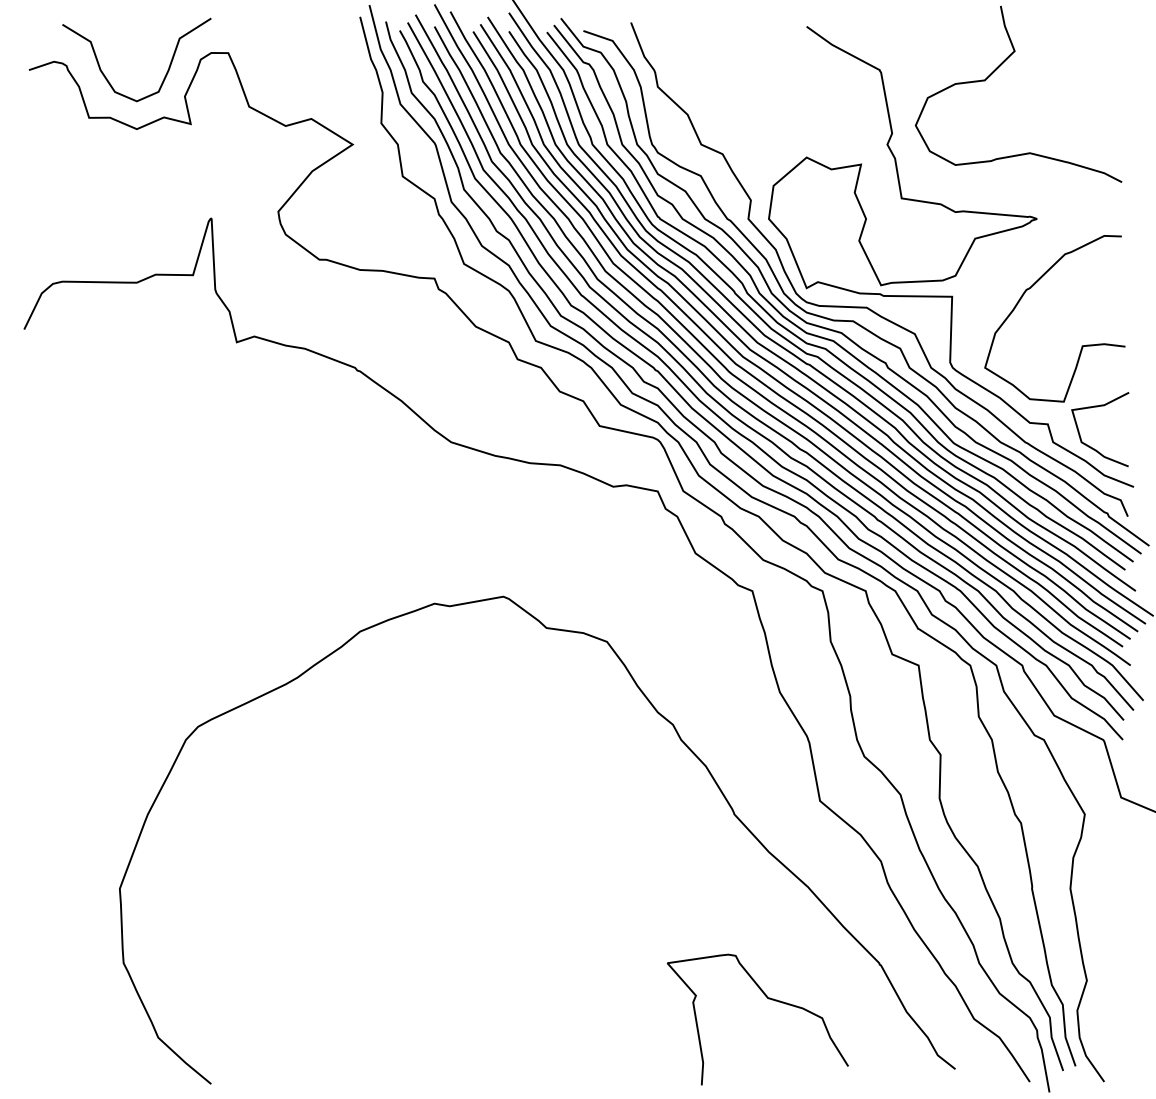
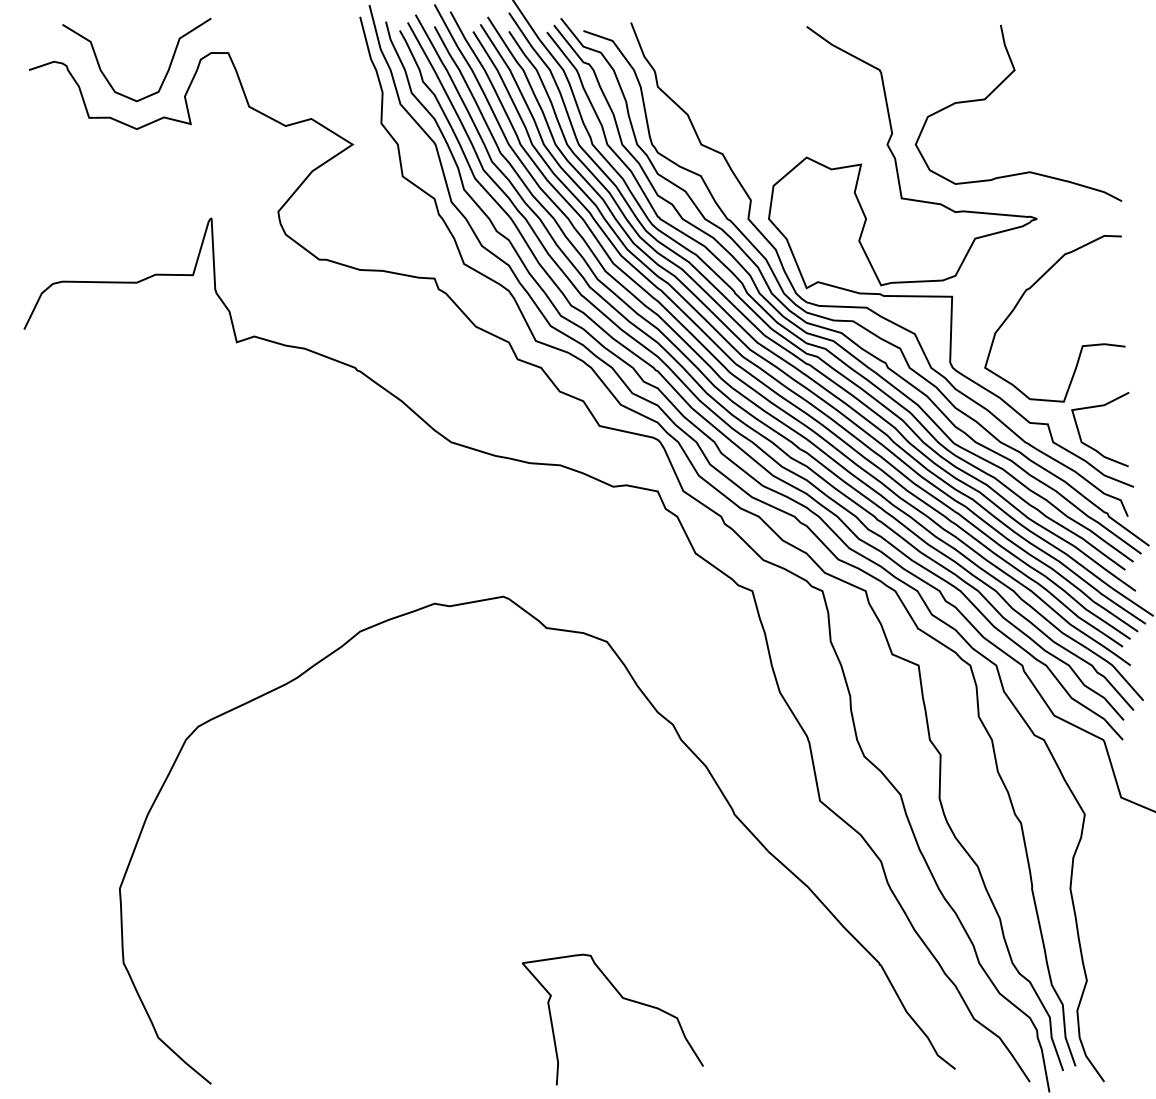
curve at (996, 70) position: (996, 70) -> (996, 89)
curve at (768, 999) position: (768, 999) -> (623, 999)
